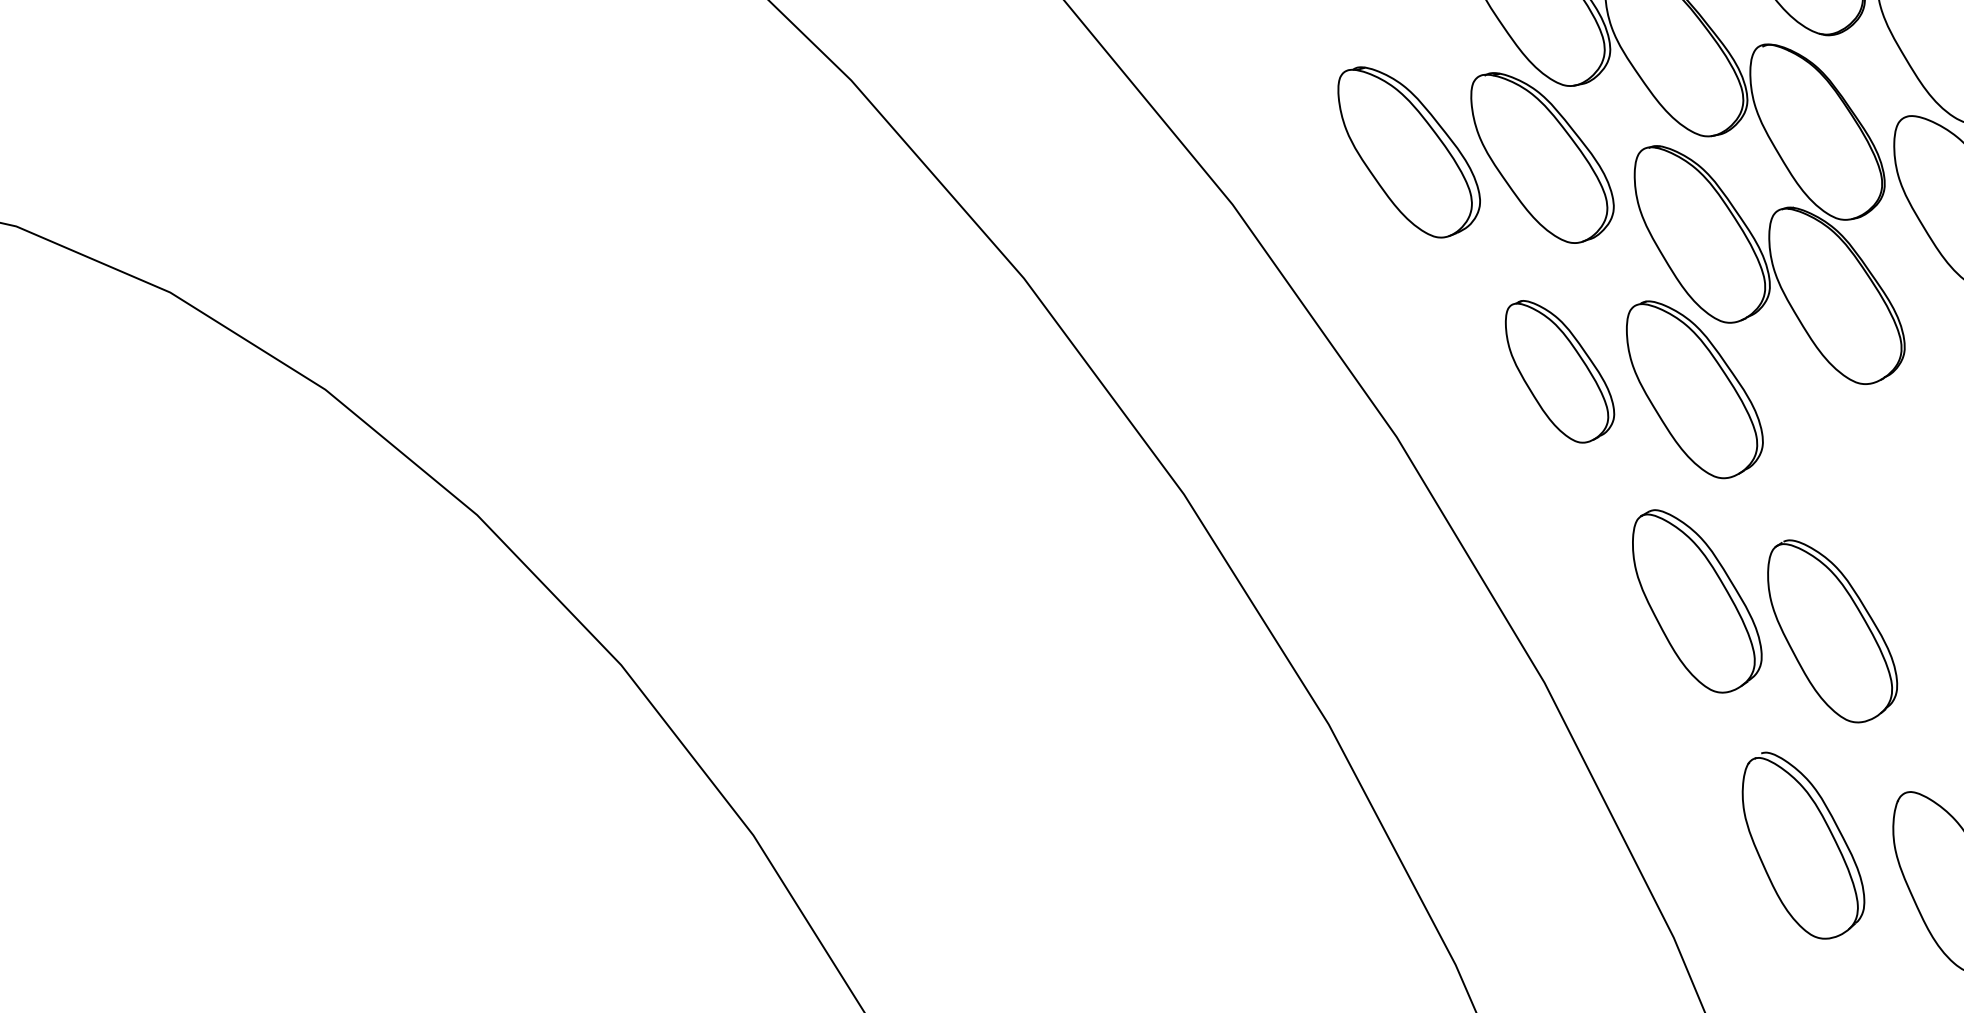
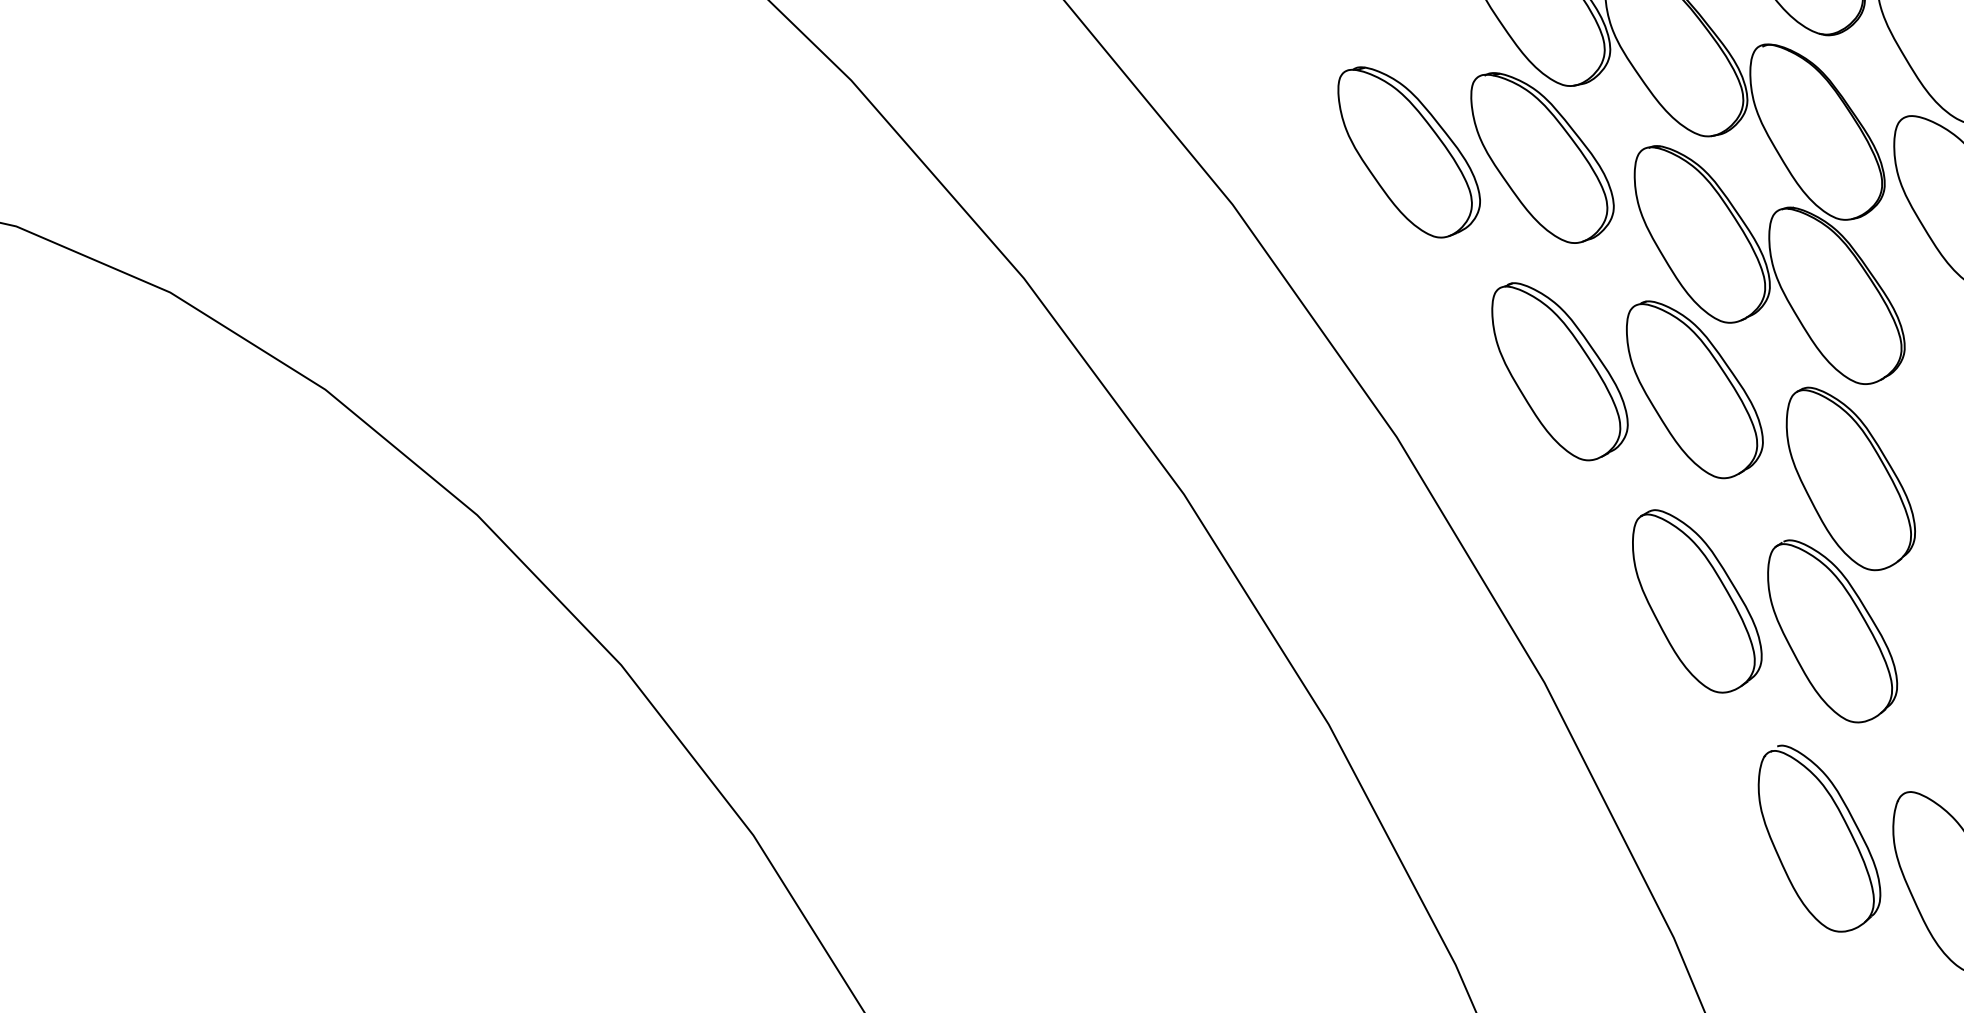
part at (1559, 371) size: 112x144 px -> 138x180 px
part at (1850, 478): none -> present
part at (1803, 845) position: (1803, 845) -> (1819, 838)
